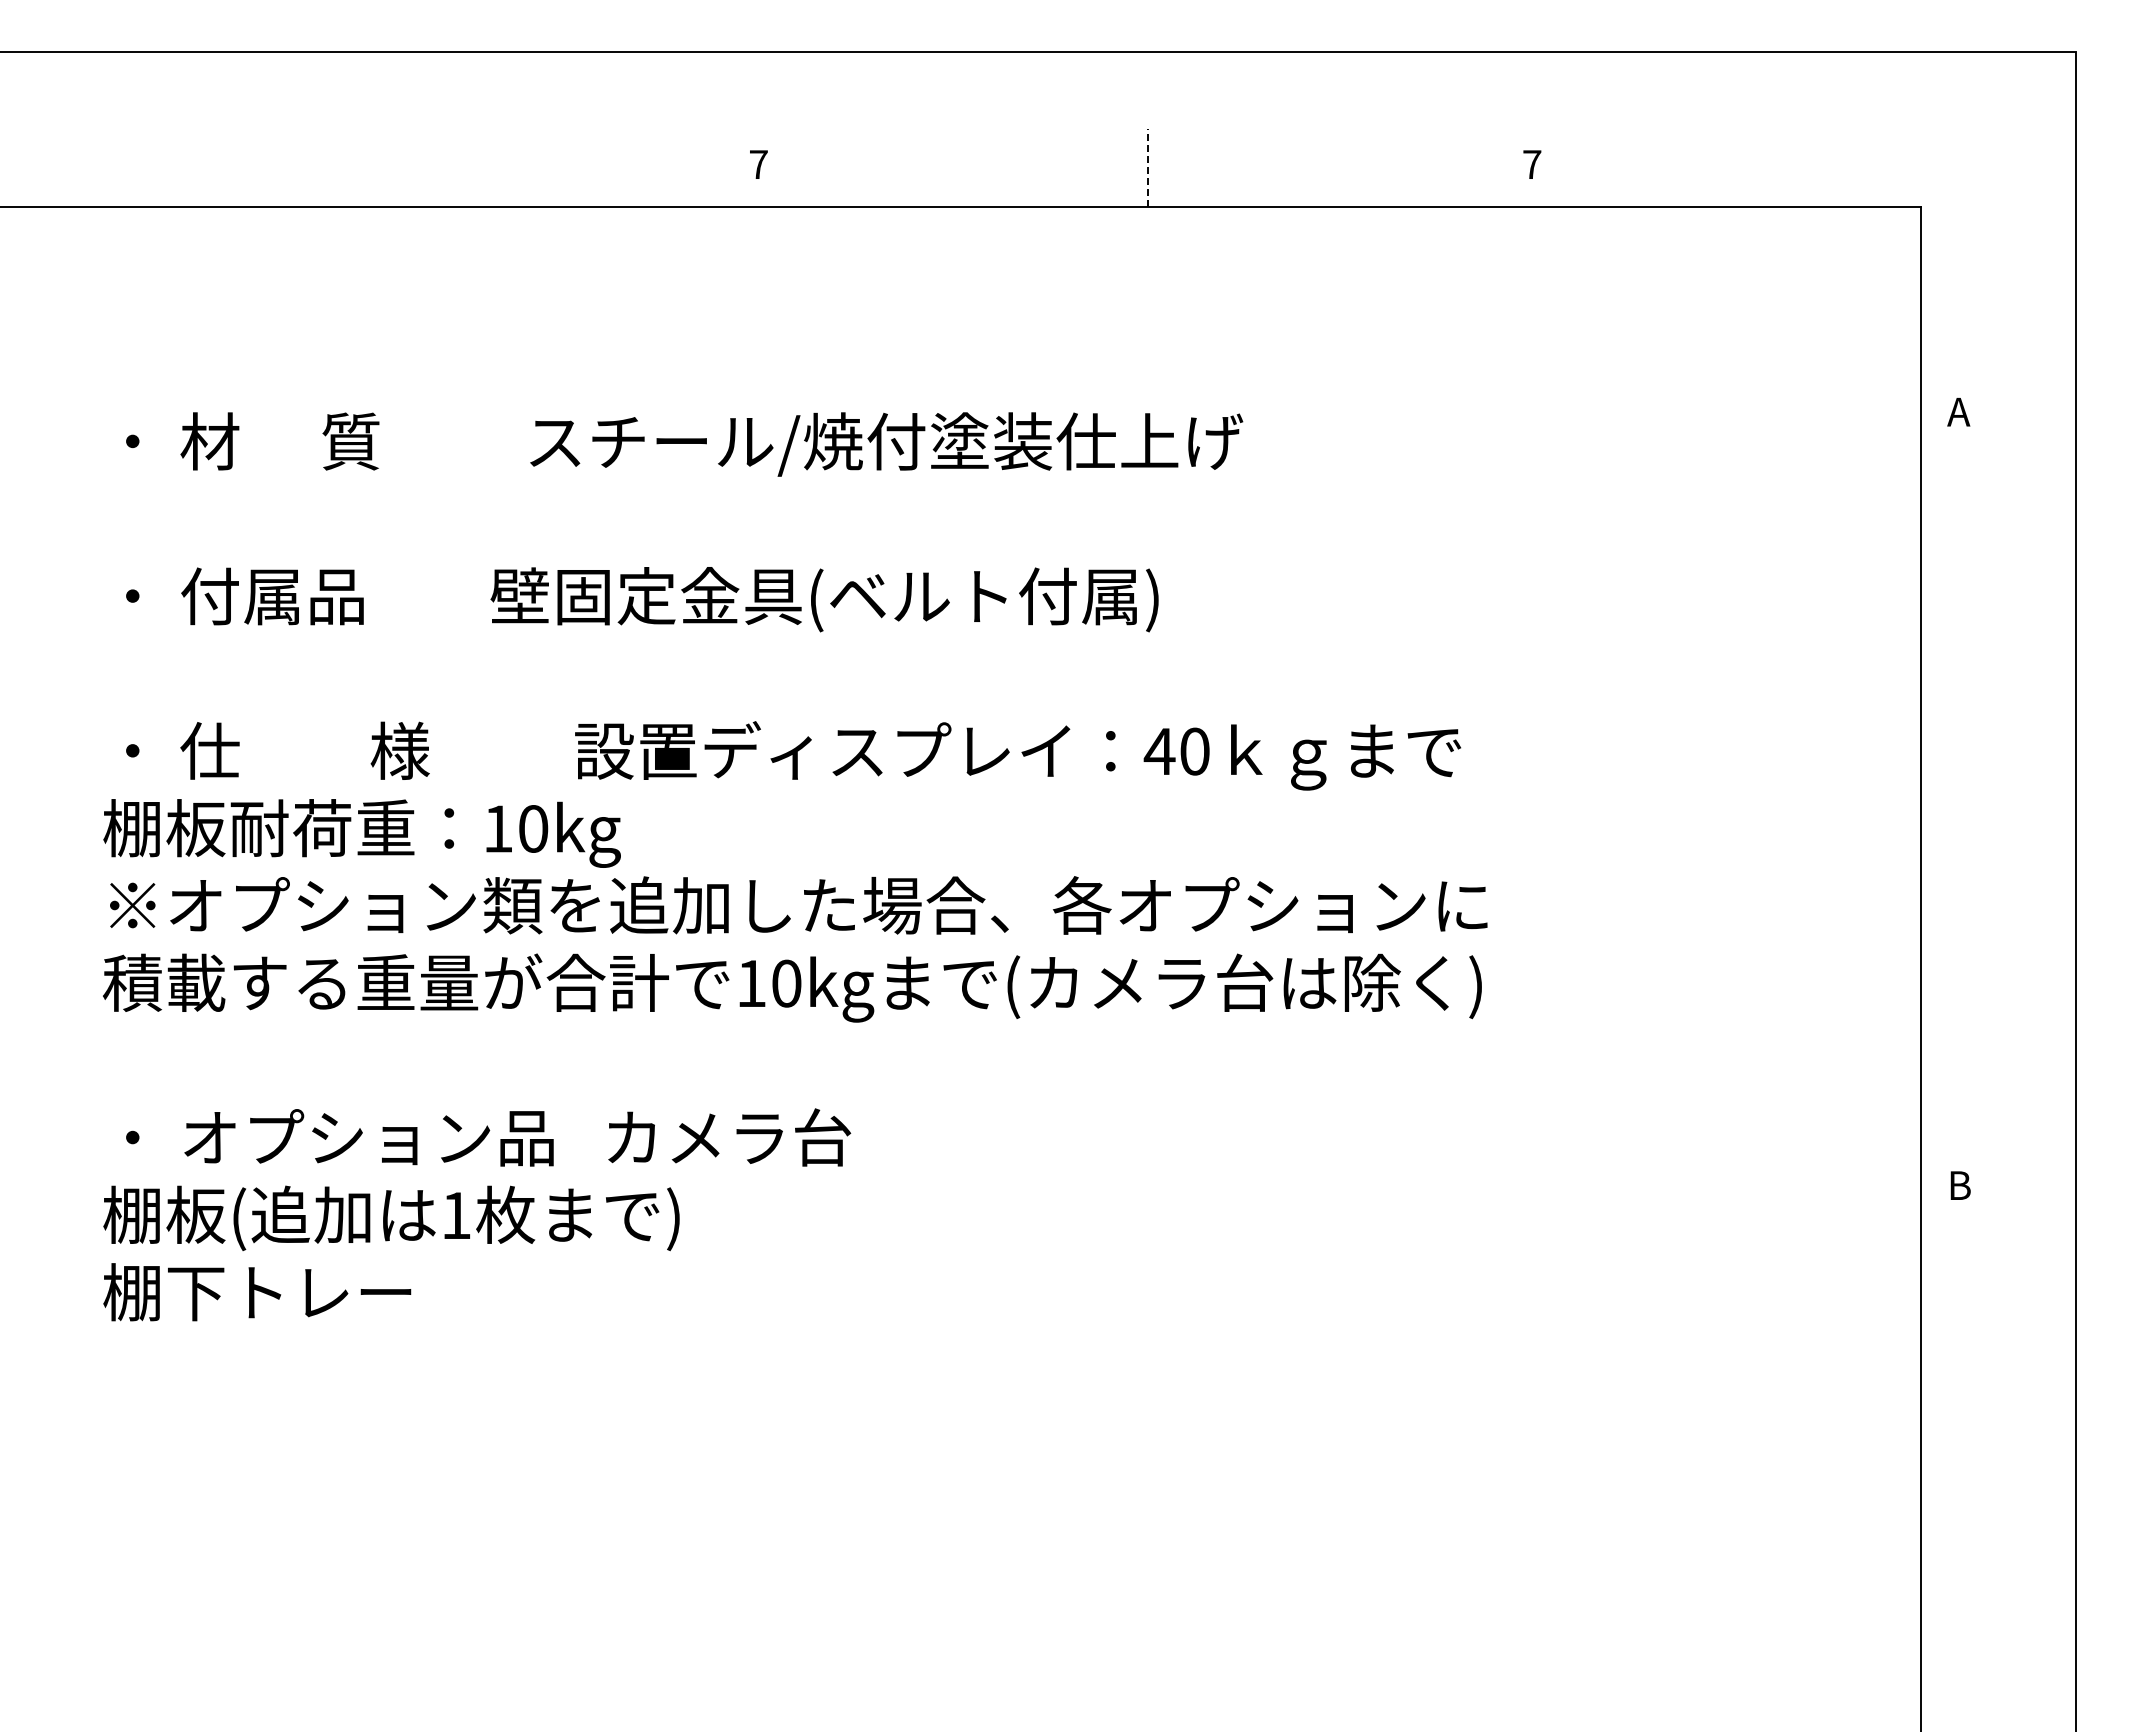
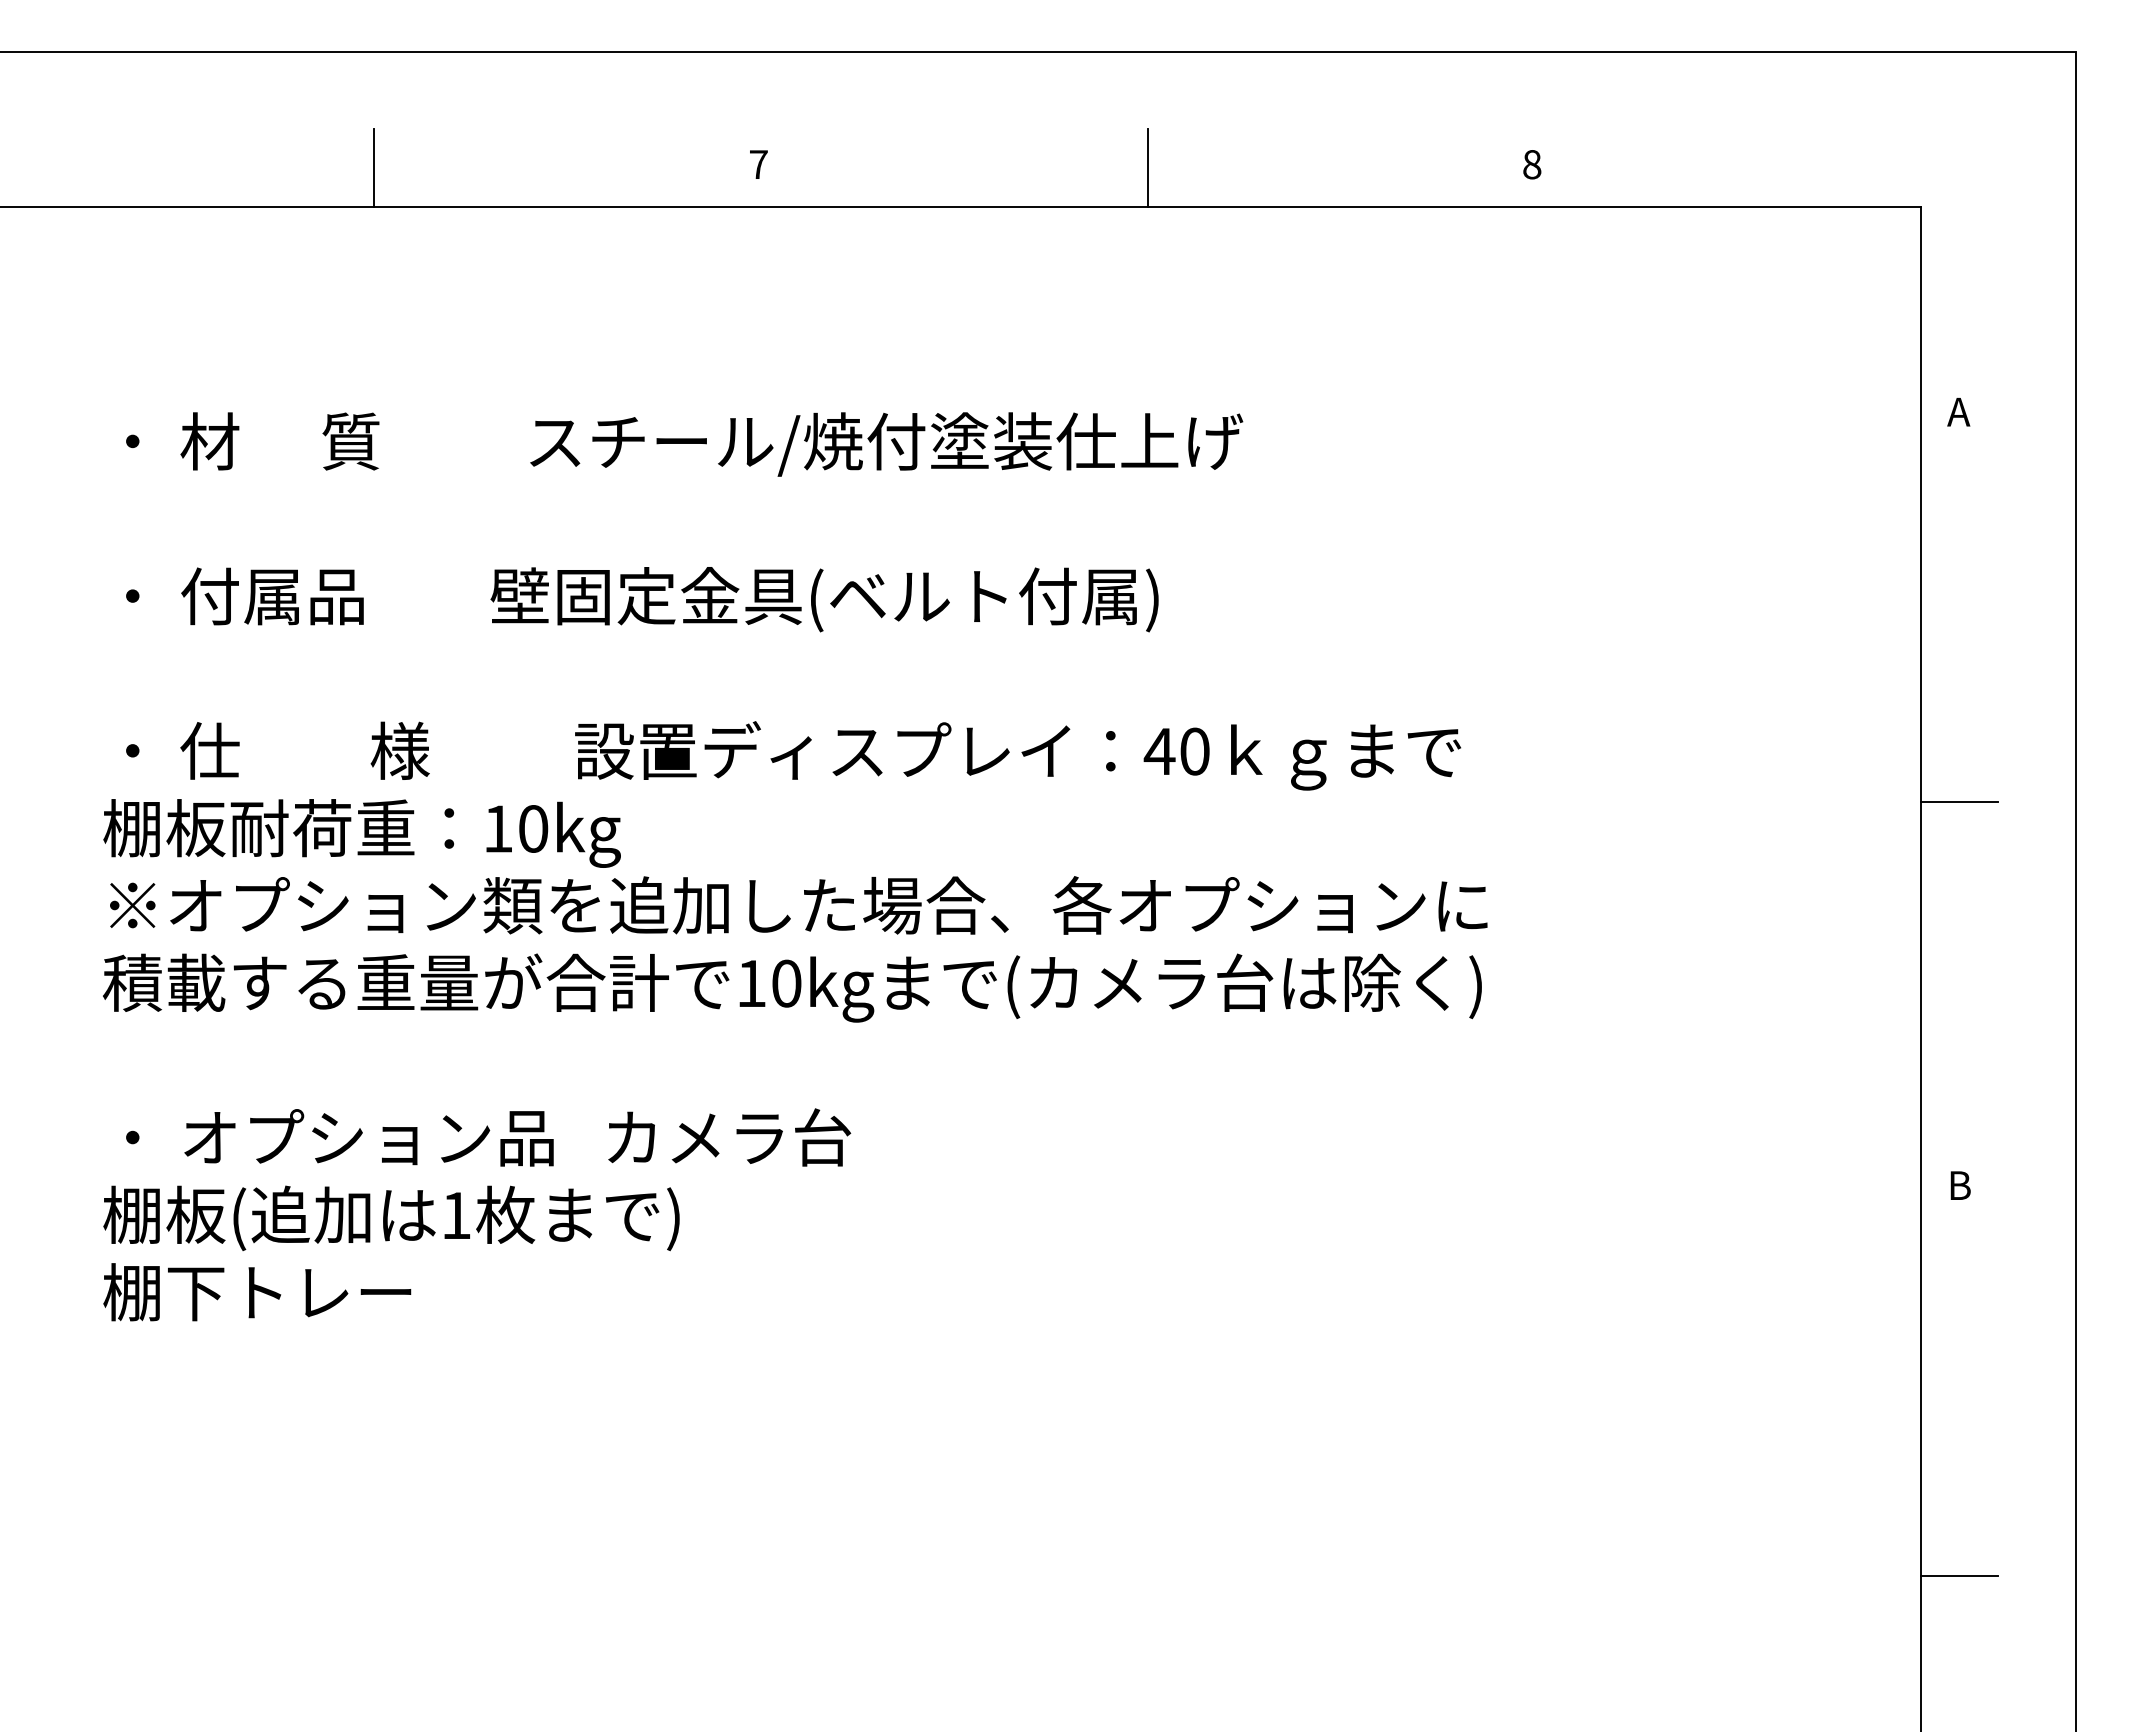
text at (1532, 164): 7 -> 8
line at (374, 167): none -> present
line at (1147, 168): dashed -> solid
line at (1959, 802): none -> present
line at (1959, 1575): none -> present
